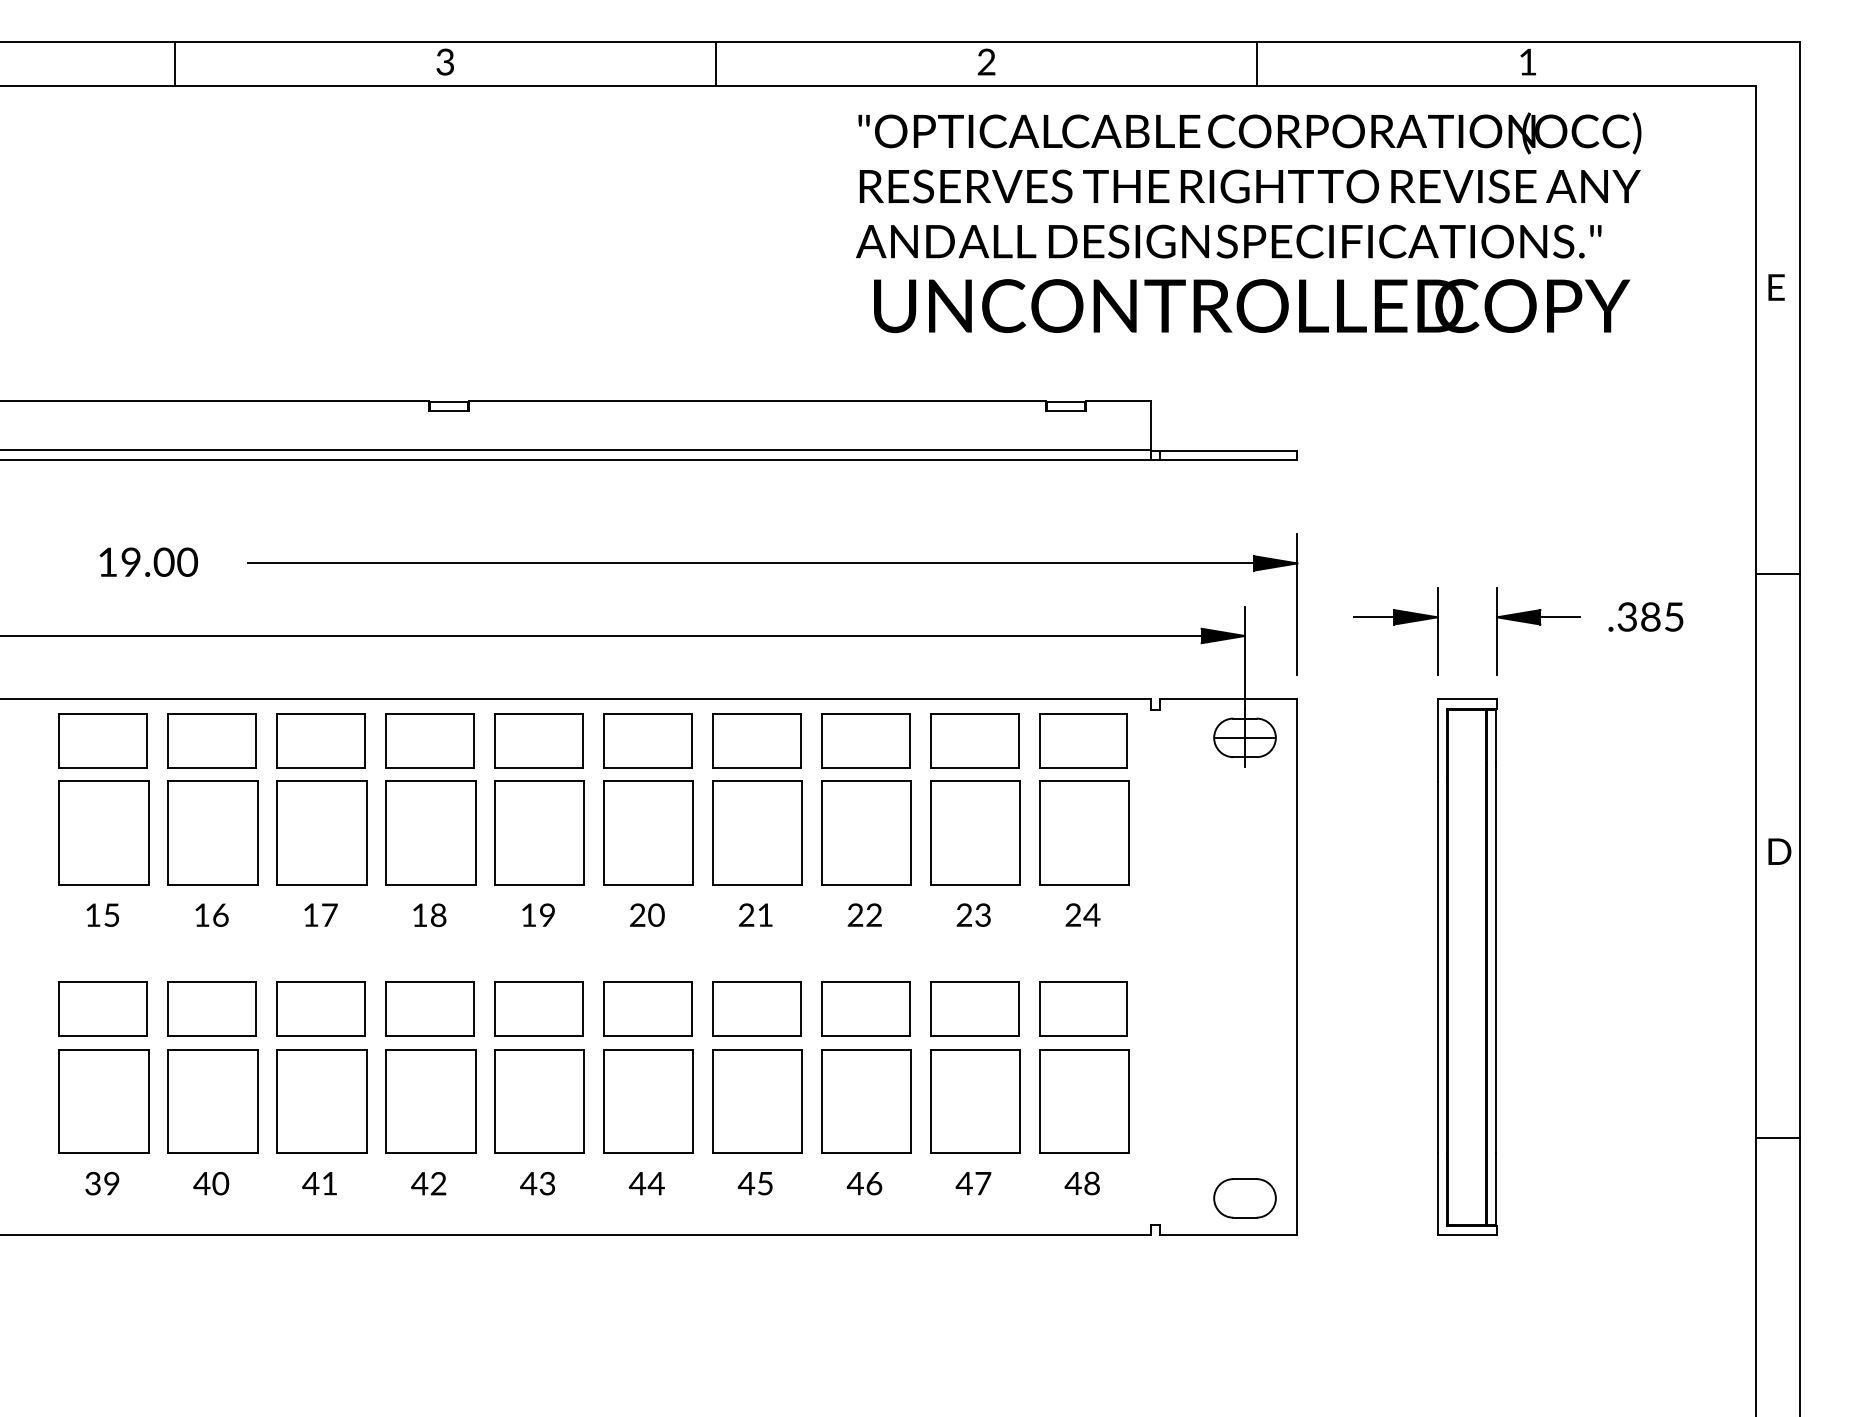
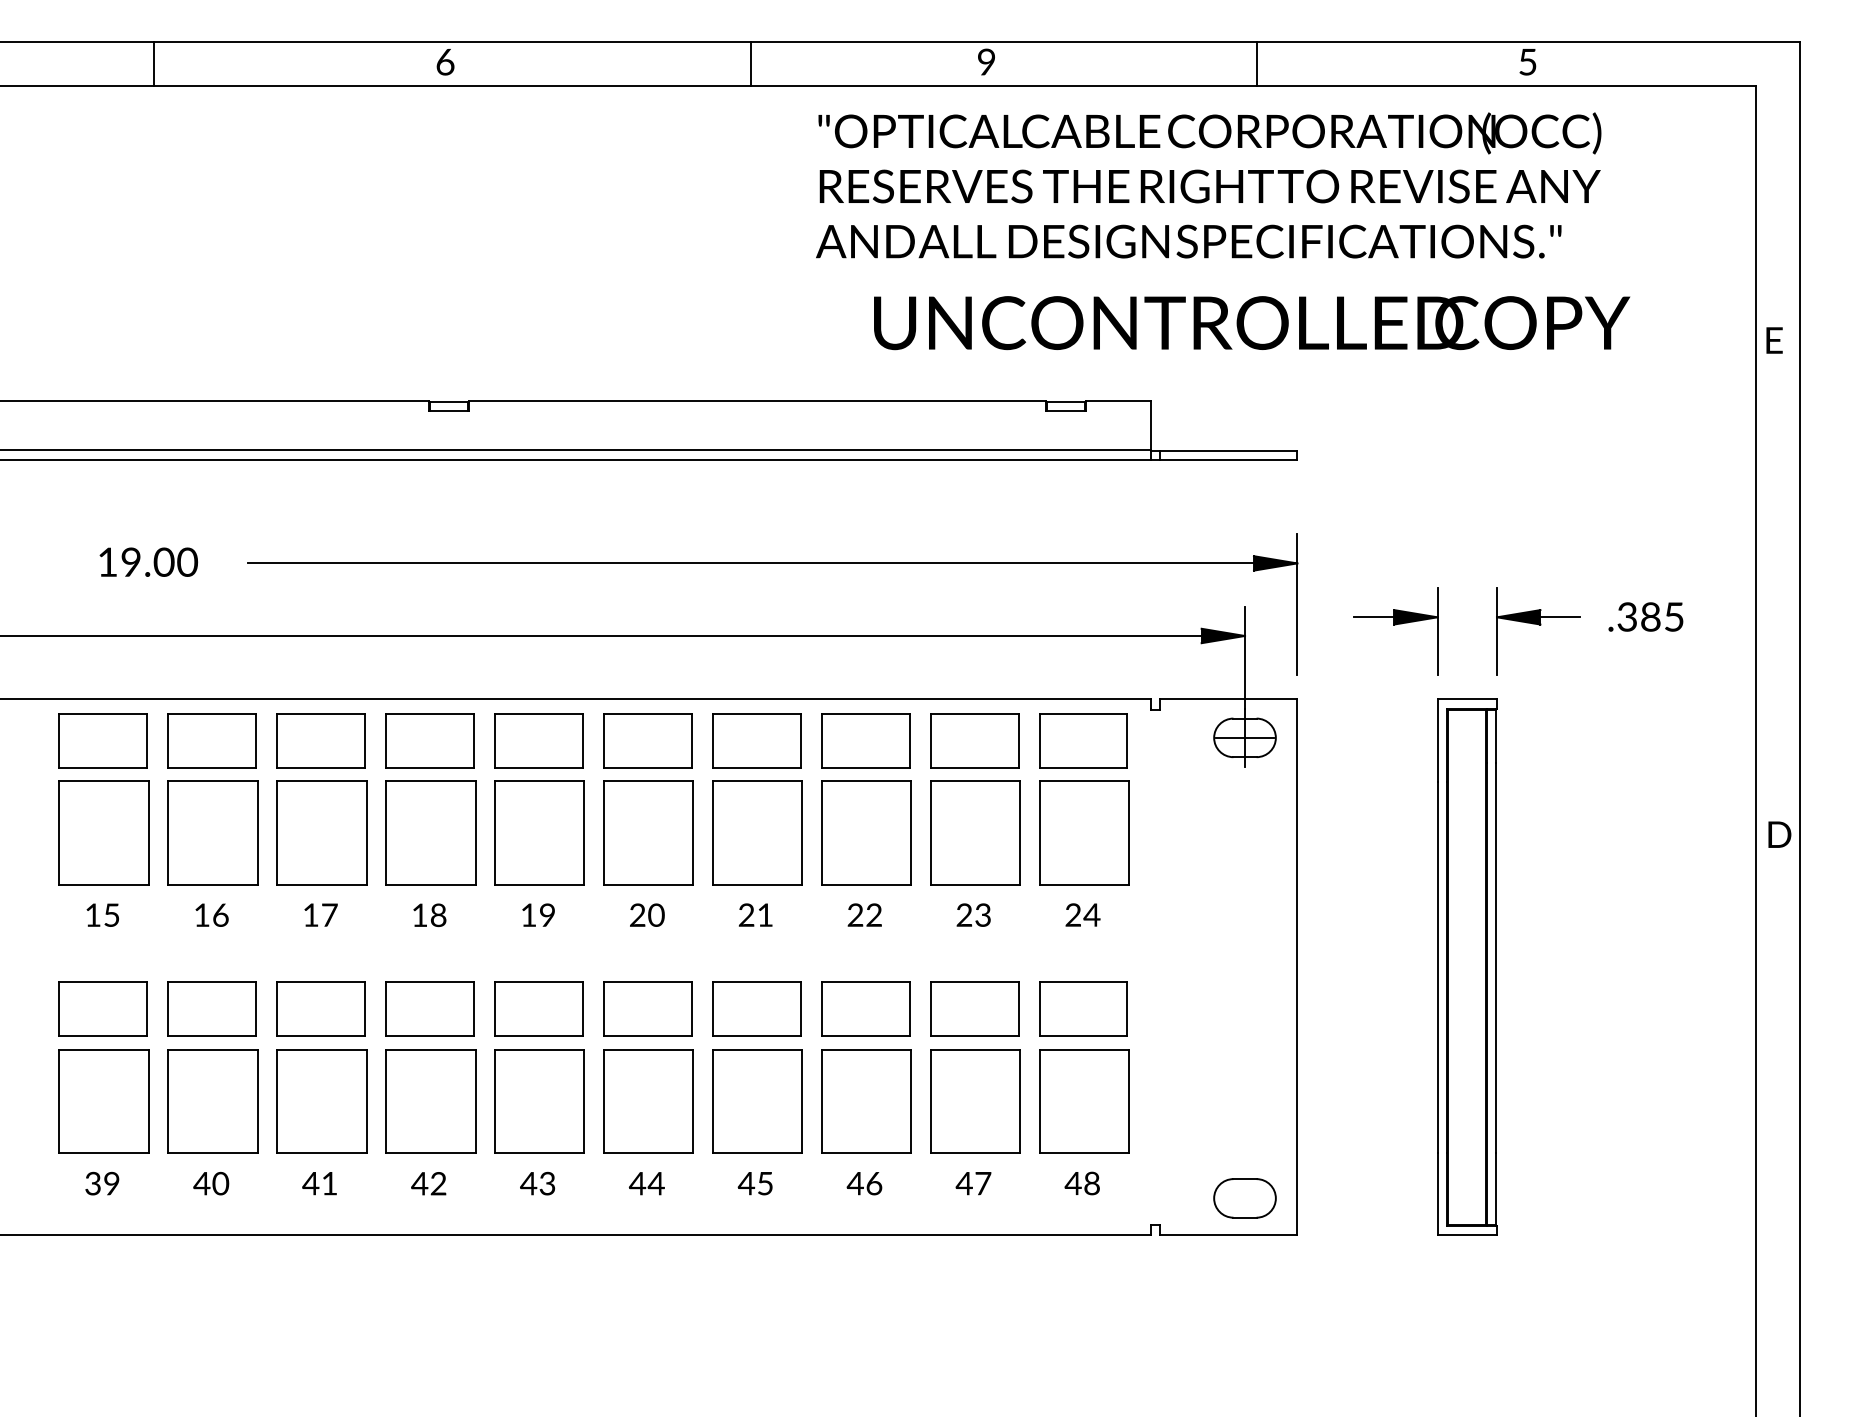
text at (445, 61): 3 -> 6
text at (986, 62): 2 -> 9
text at (1527, 62): 1 -> 5
line at (174, 64) position: (174, 64) -> (153, 64)
line at (716, 64) position: (716, 64) -> (751, 64)
text at (1248, 185) position: (1248, 185) -> (1208, 185)
text at (1776, 287) position: (1776, 287) -> (1774, 340)
text at (1252, 306) position: (1252, 306) -> (1252, 323)
line at (1778, 573): present -> none
text at (1779, 851) position: (1779, 851) -> (1779, 834)
line at (1778, 1138): present -> none
